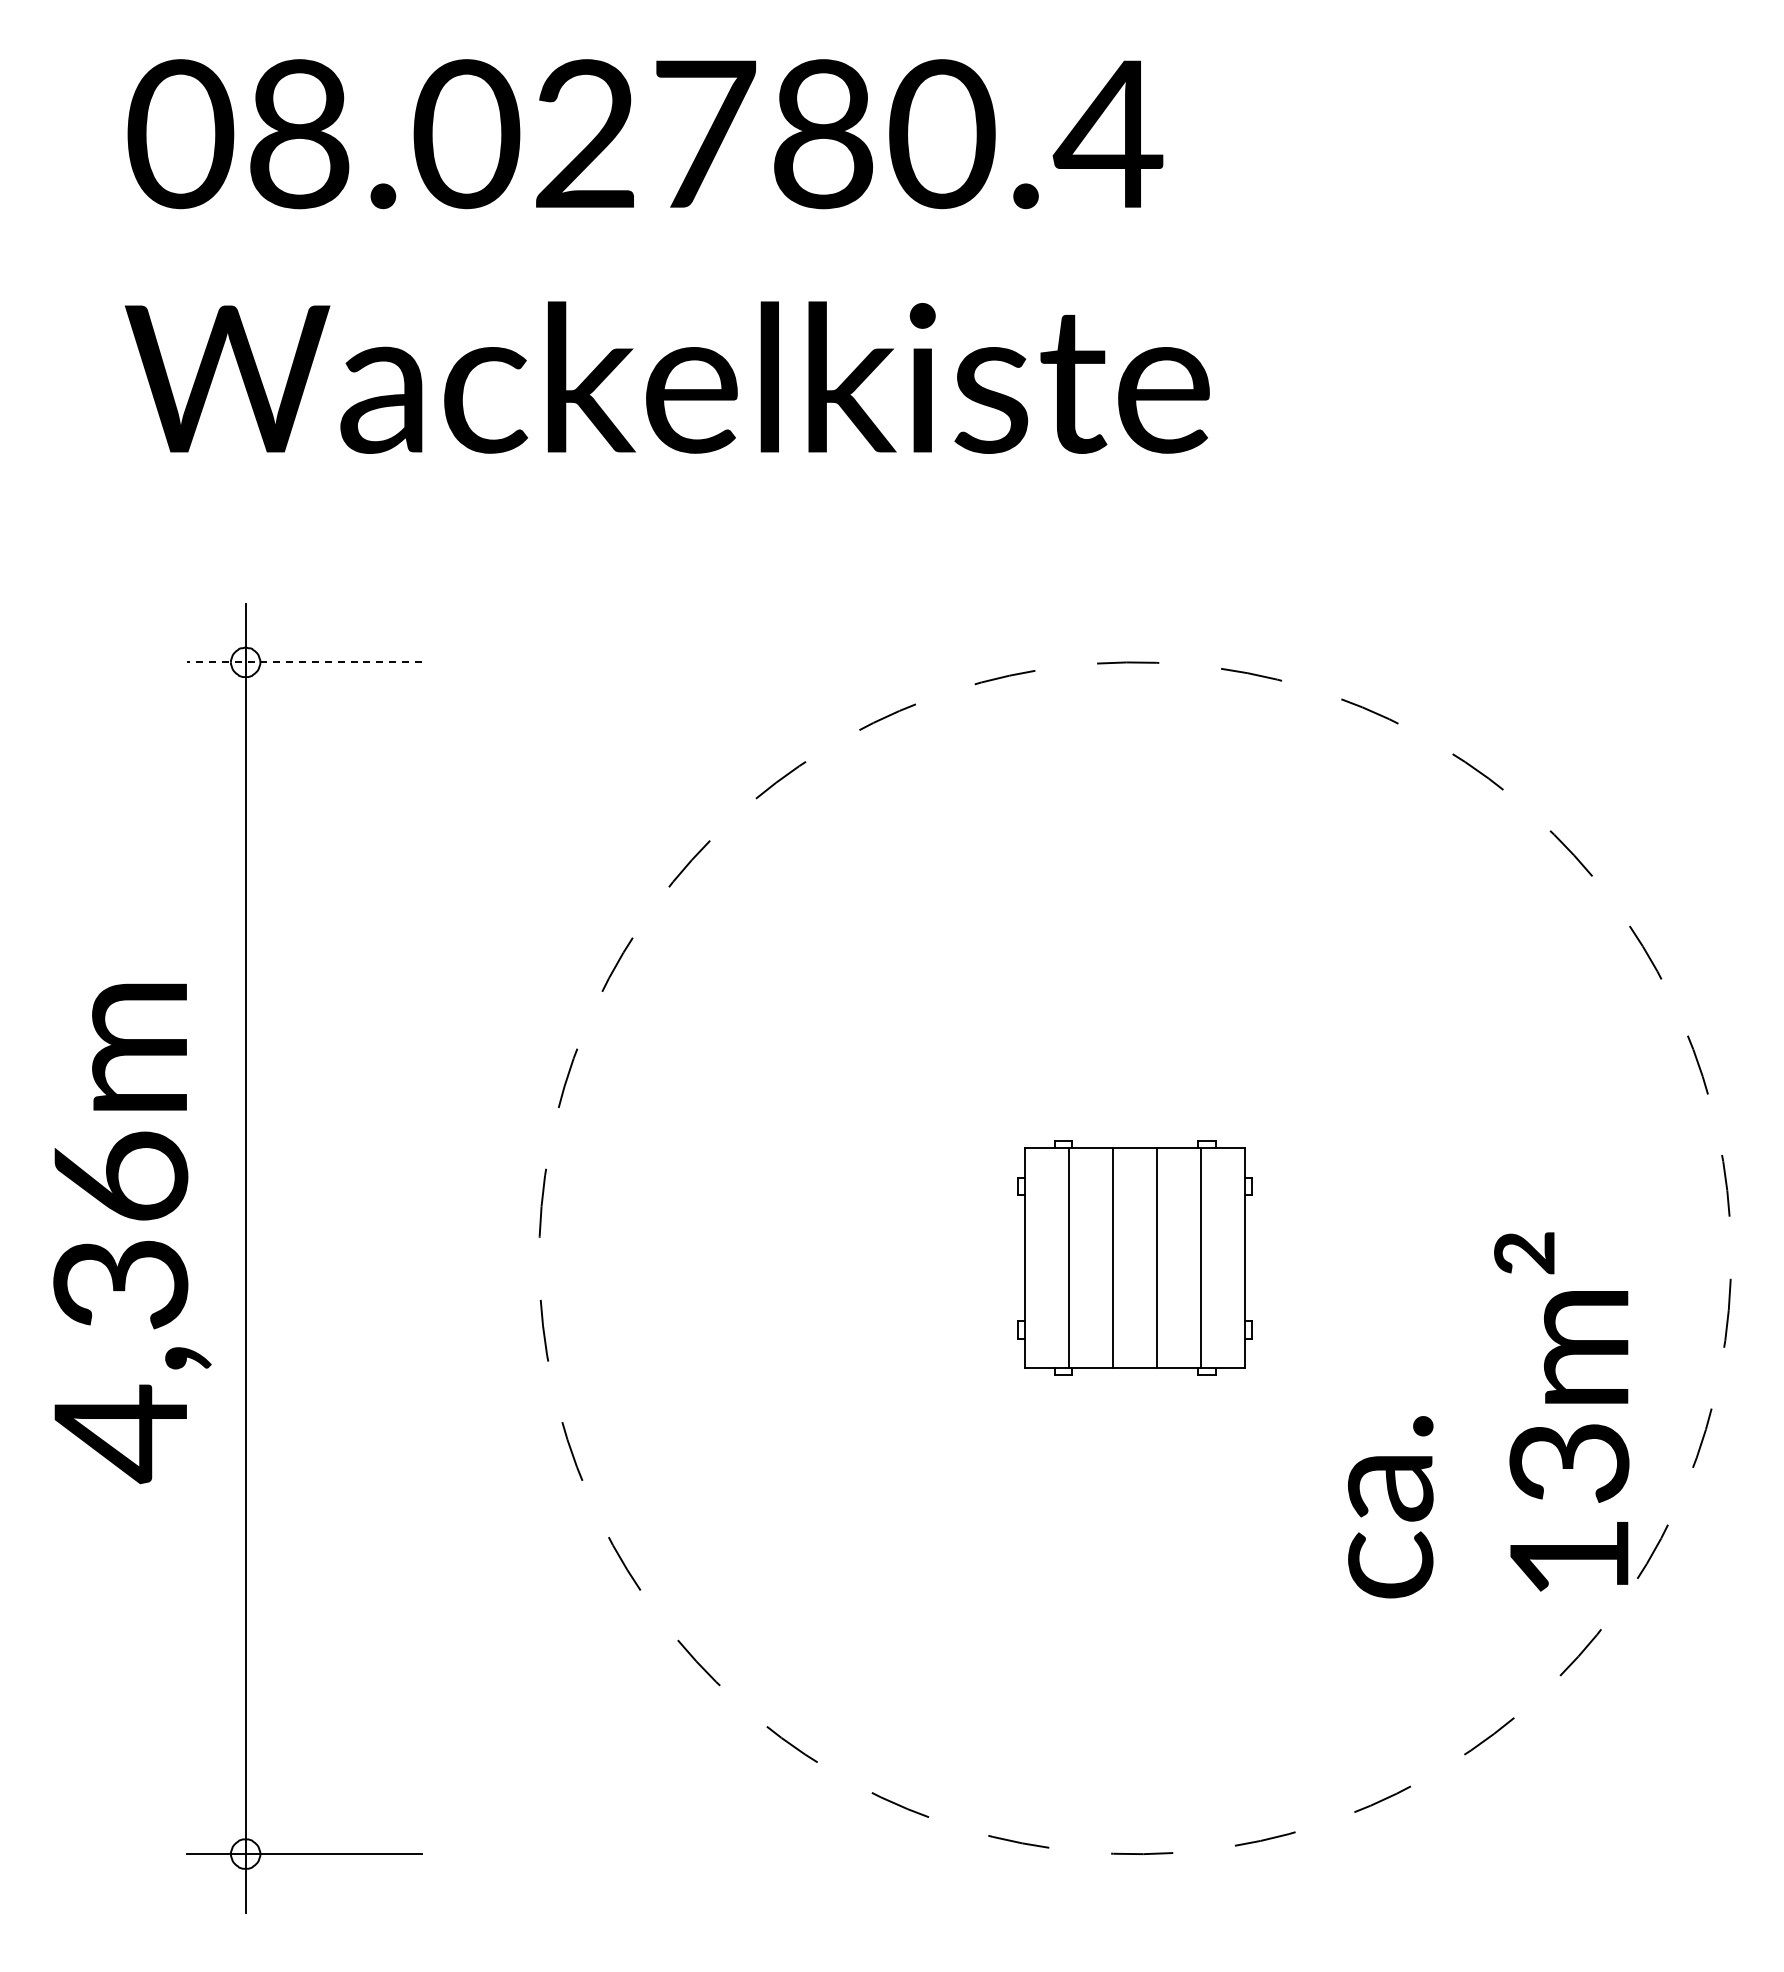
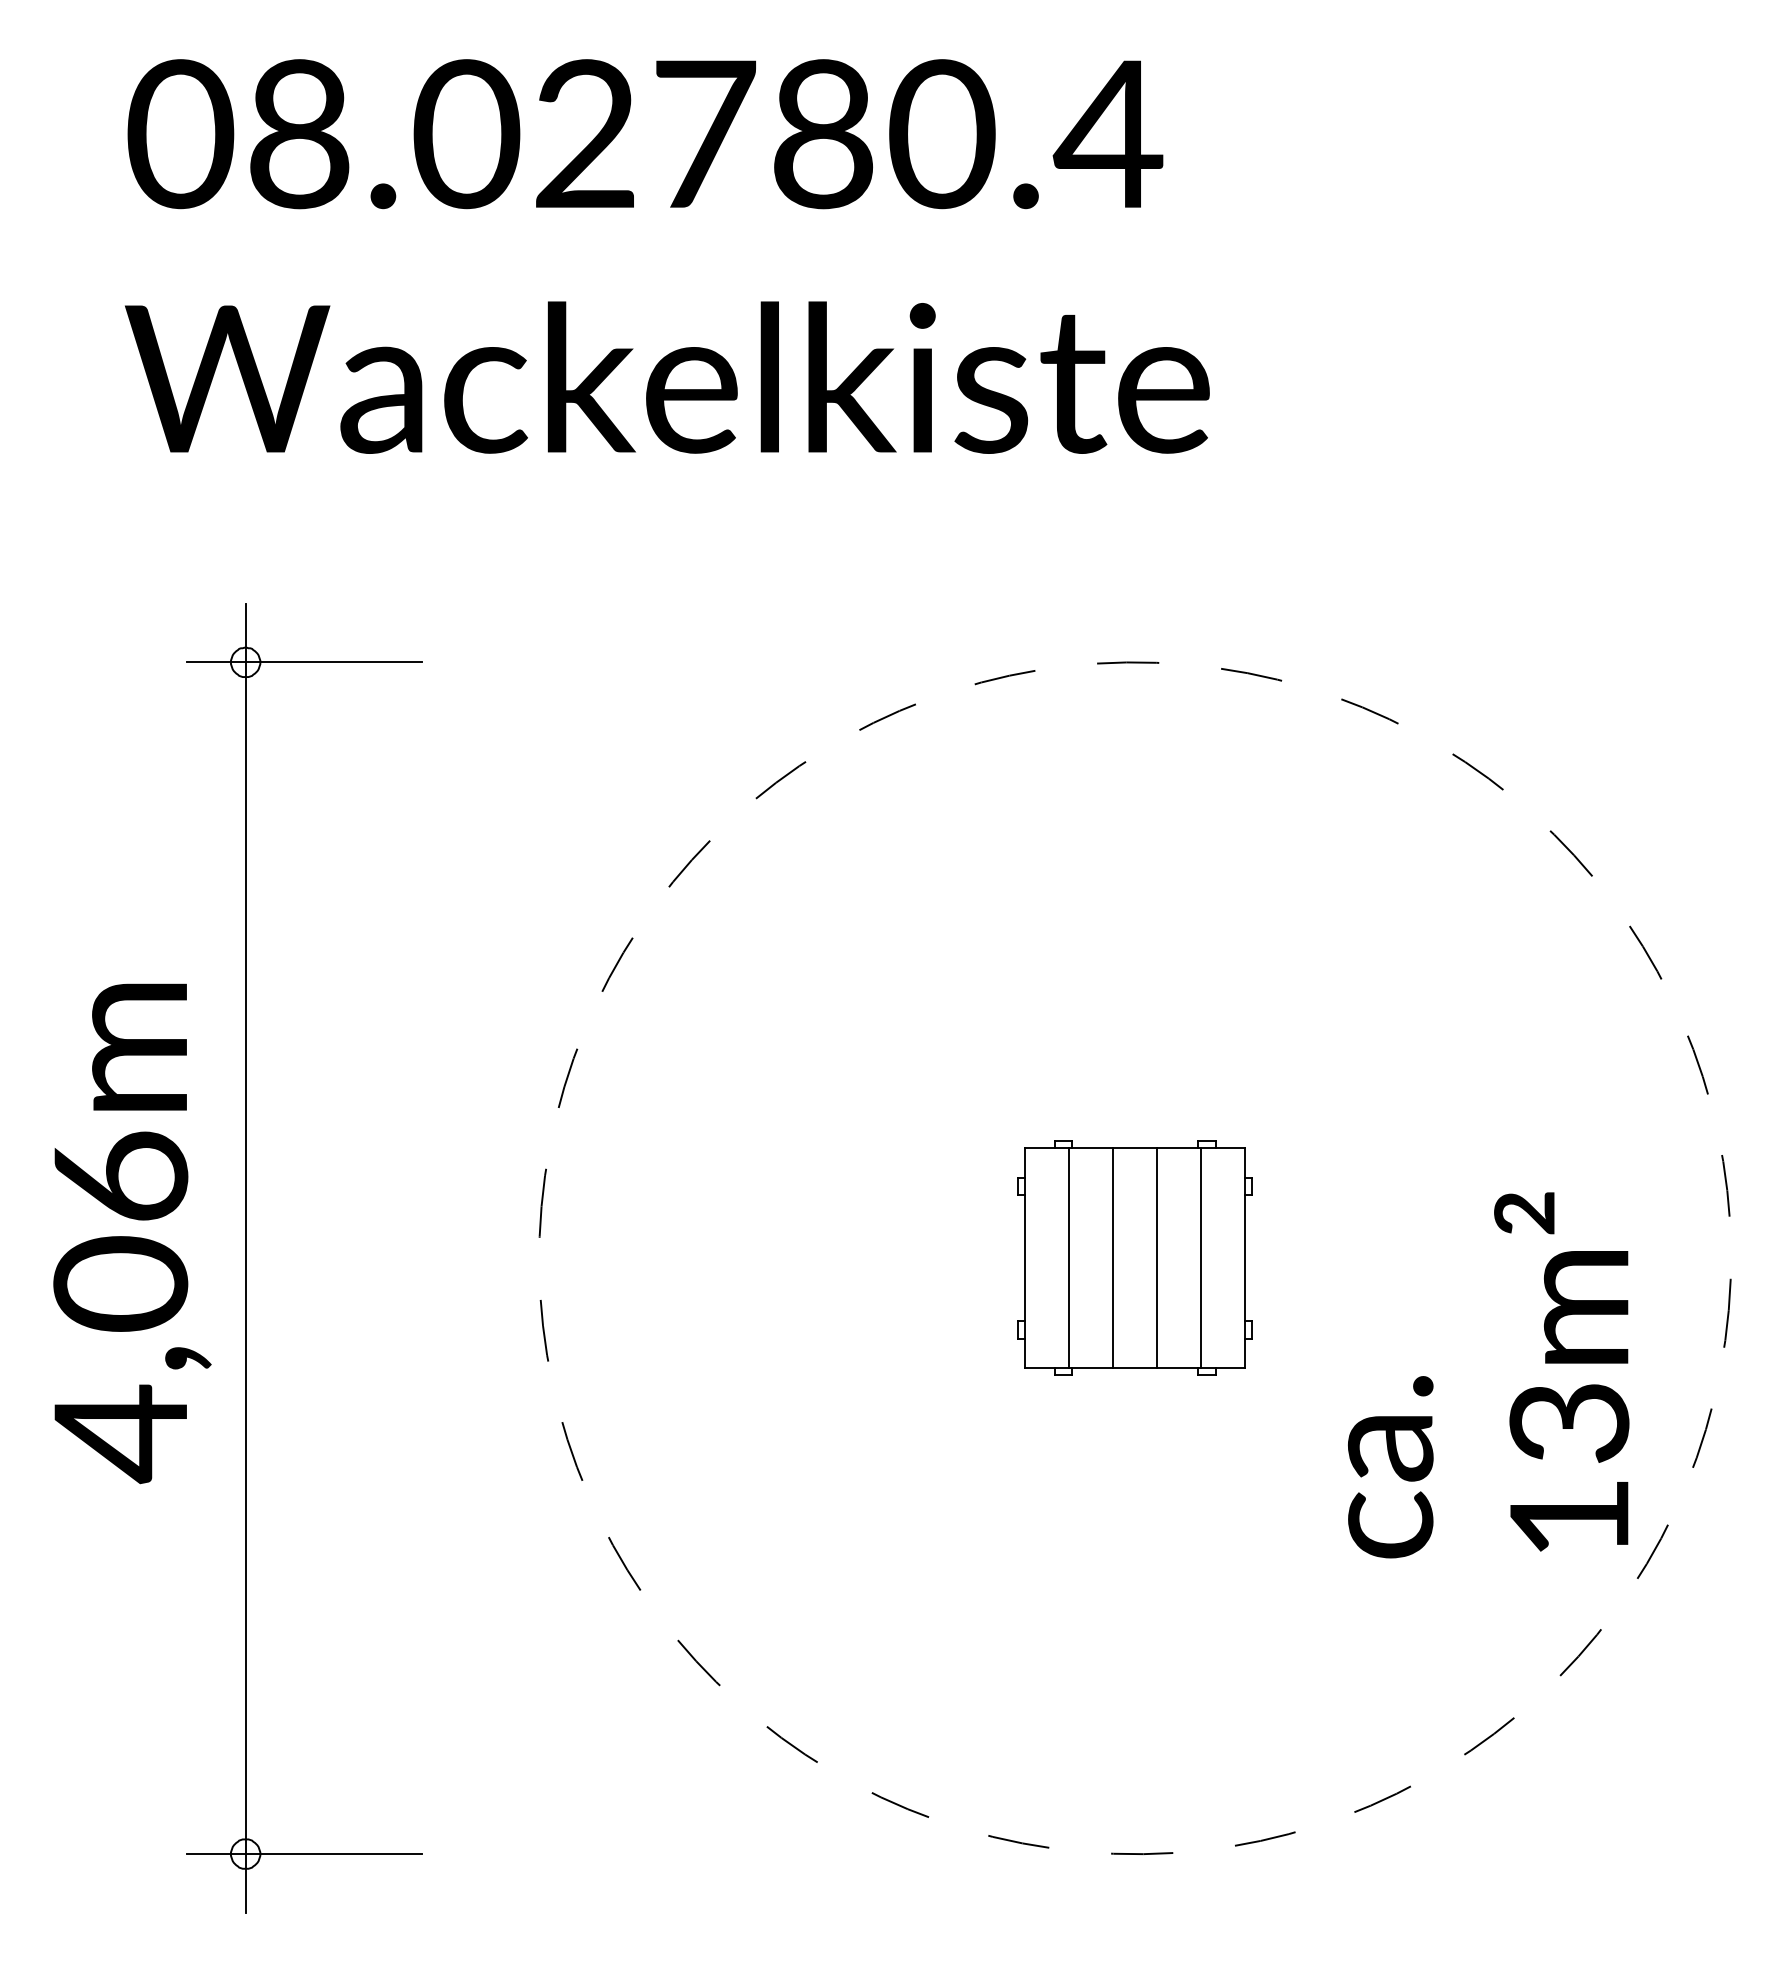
line at (303, 662): dashed -> solid
text at (120, 1283): 4,36m -> 4,06m
text at (1488, 1415) position: (1488, 1415) -> (1488, 1375)
